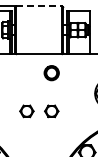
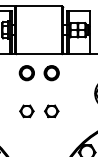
line at (39, 6): dashed -> solid
part at (26, 73): none -> present
